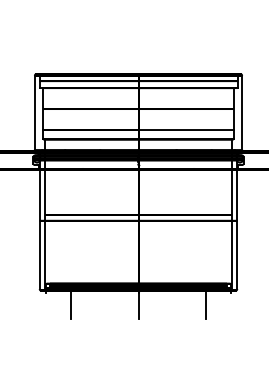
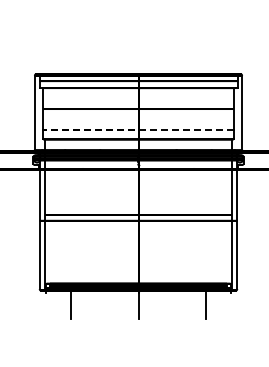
arc at (86, 130): solid -> dashed
